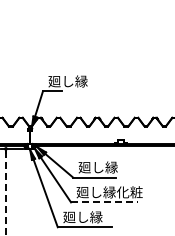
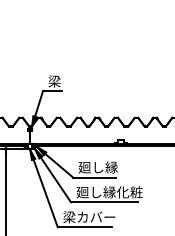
text at (67, 81): 廻し縁 -> 梁
line at (5, 193): dashed -> solid
line at (104, 202): dashed -> solid
text at (89, 217): 廻し縁 -> 梁カバー
